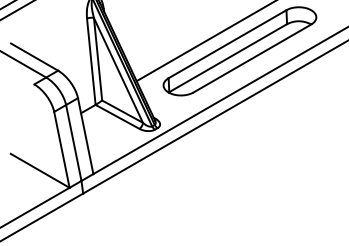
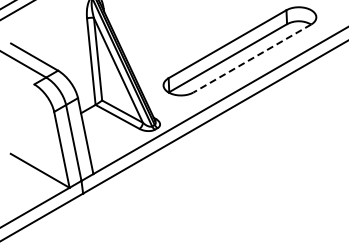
line at (204, 41): present -> none
line at (251, 58): solid -> dashed
